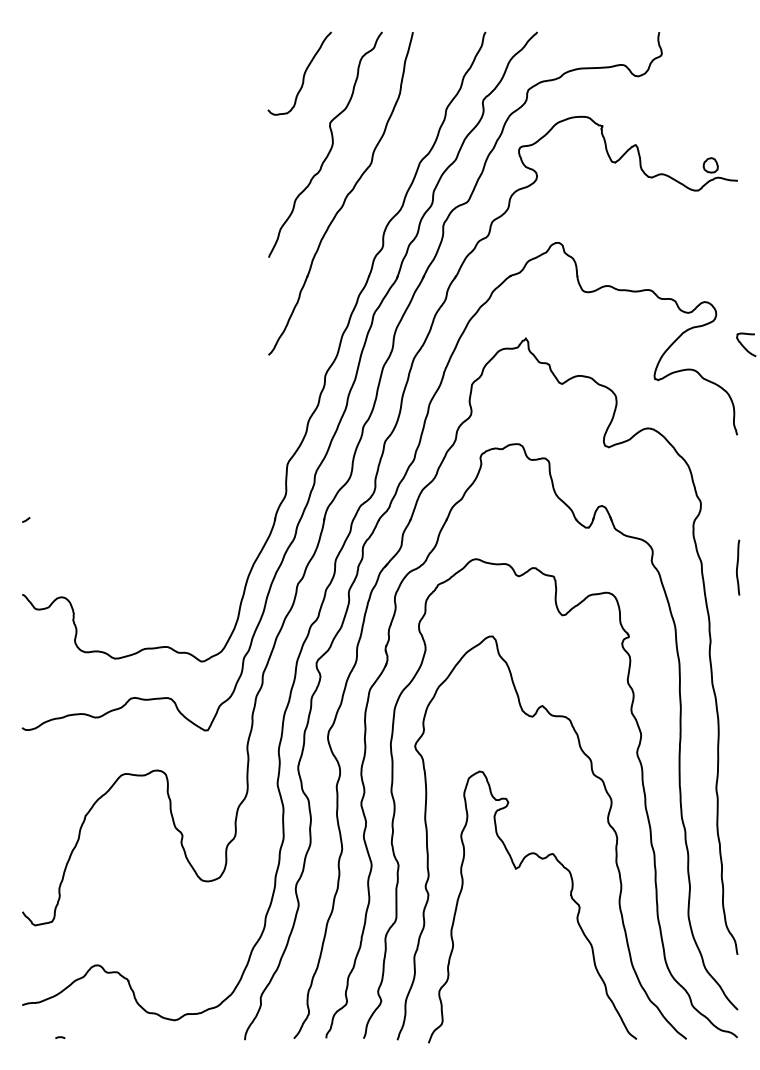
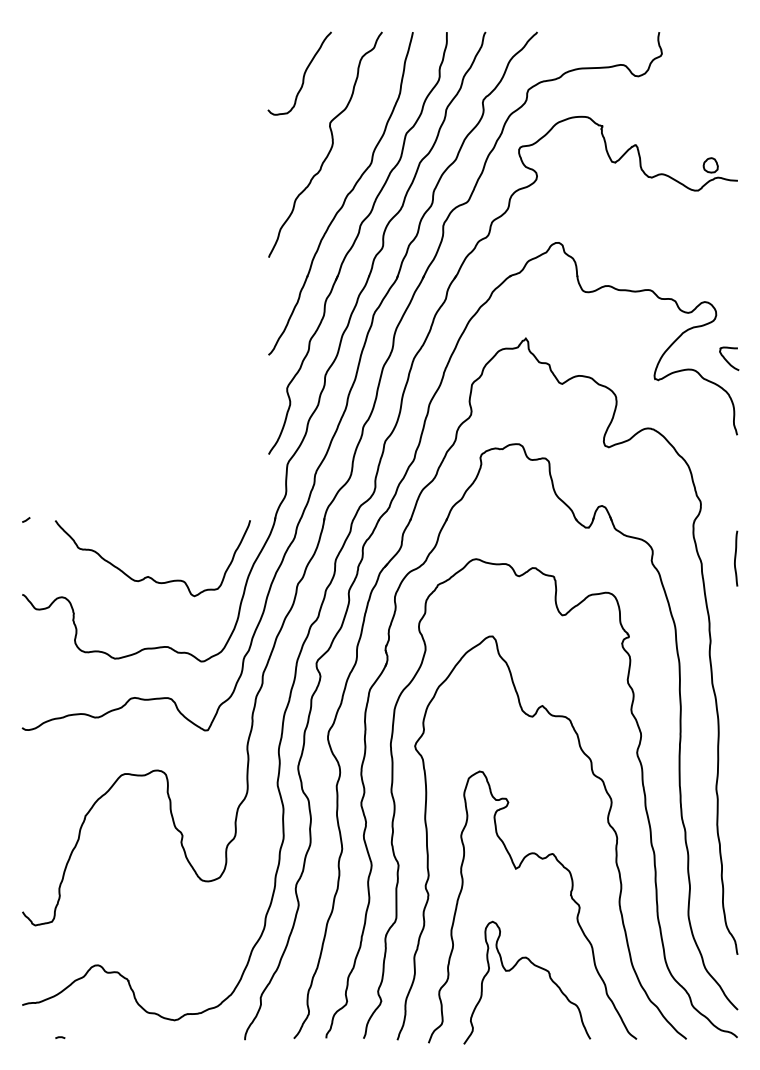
part at (357, 243): none -> present
curve at (744, 346) position: (744, 346) -> (727, 360)
curve at (738, 567) position: (738, 567) -> (736, 558)
curve at (149, 576): none -> present
curve at (534, 966): none -> present
